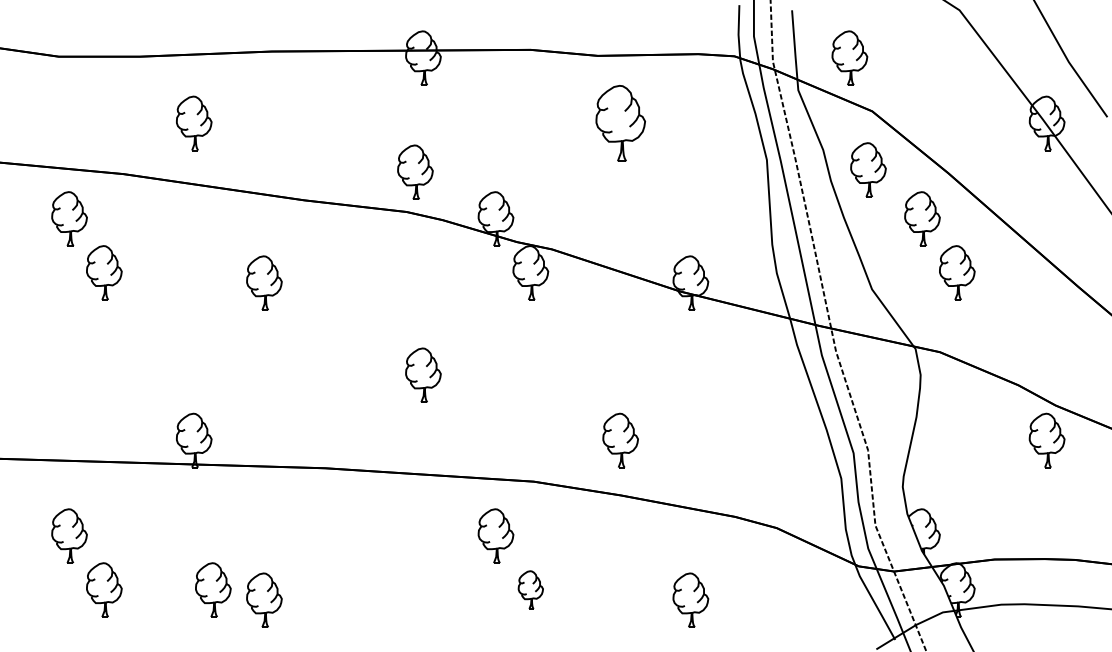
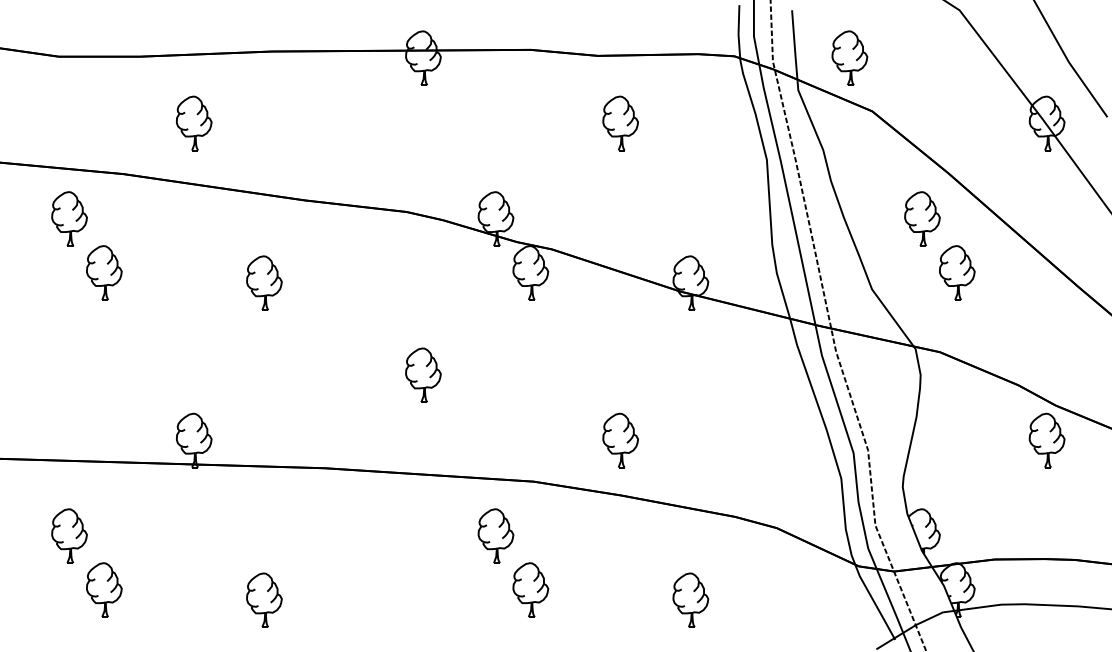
part at (620, 123) size: 51x77 px -> 37x57 px
part at (868, 169): present -> none
part at (415, 171): present -> none
part at (213, 589): present -> none
part at (530, 589) size: 27x40 px -> 38x56 px
